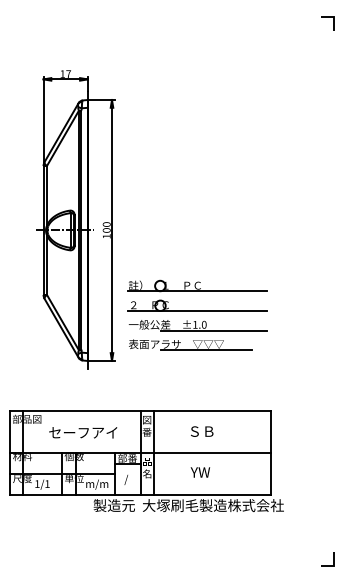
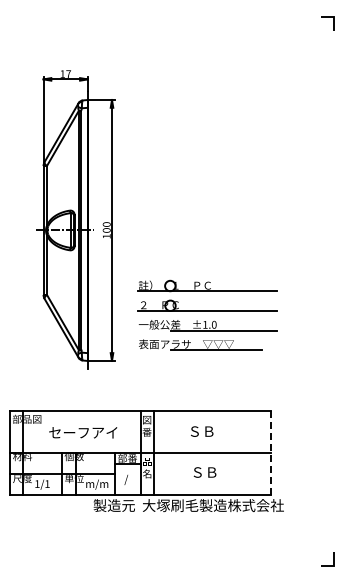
part at (197, 314) position: (197, 314) -> (207, 314)
line at (271, 453): solid -> dashed
text at (203, 472): YW -> ＳＢ
